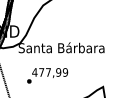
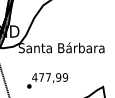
text at (47, 75) position: (47, 75) -> (47, 80)
